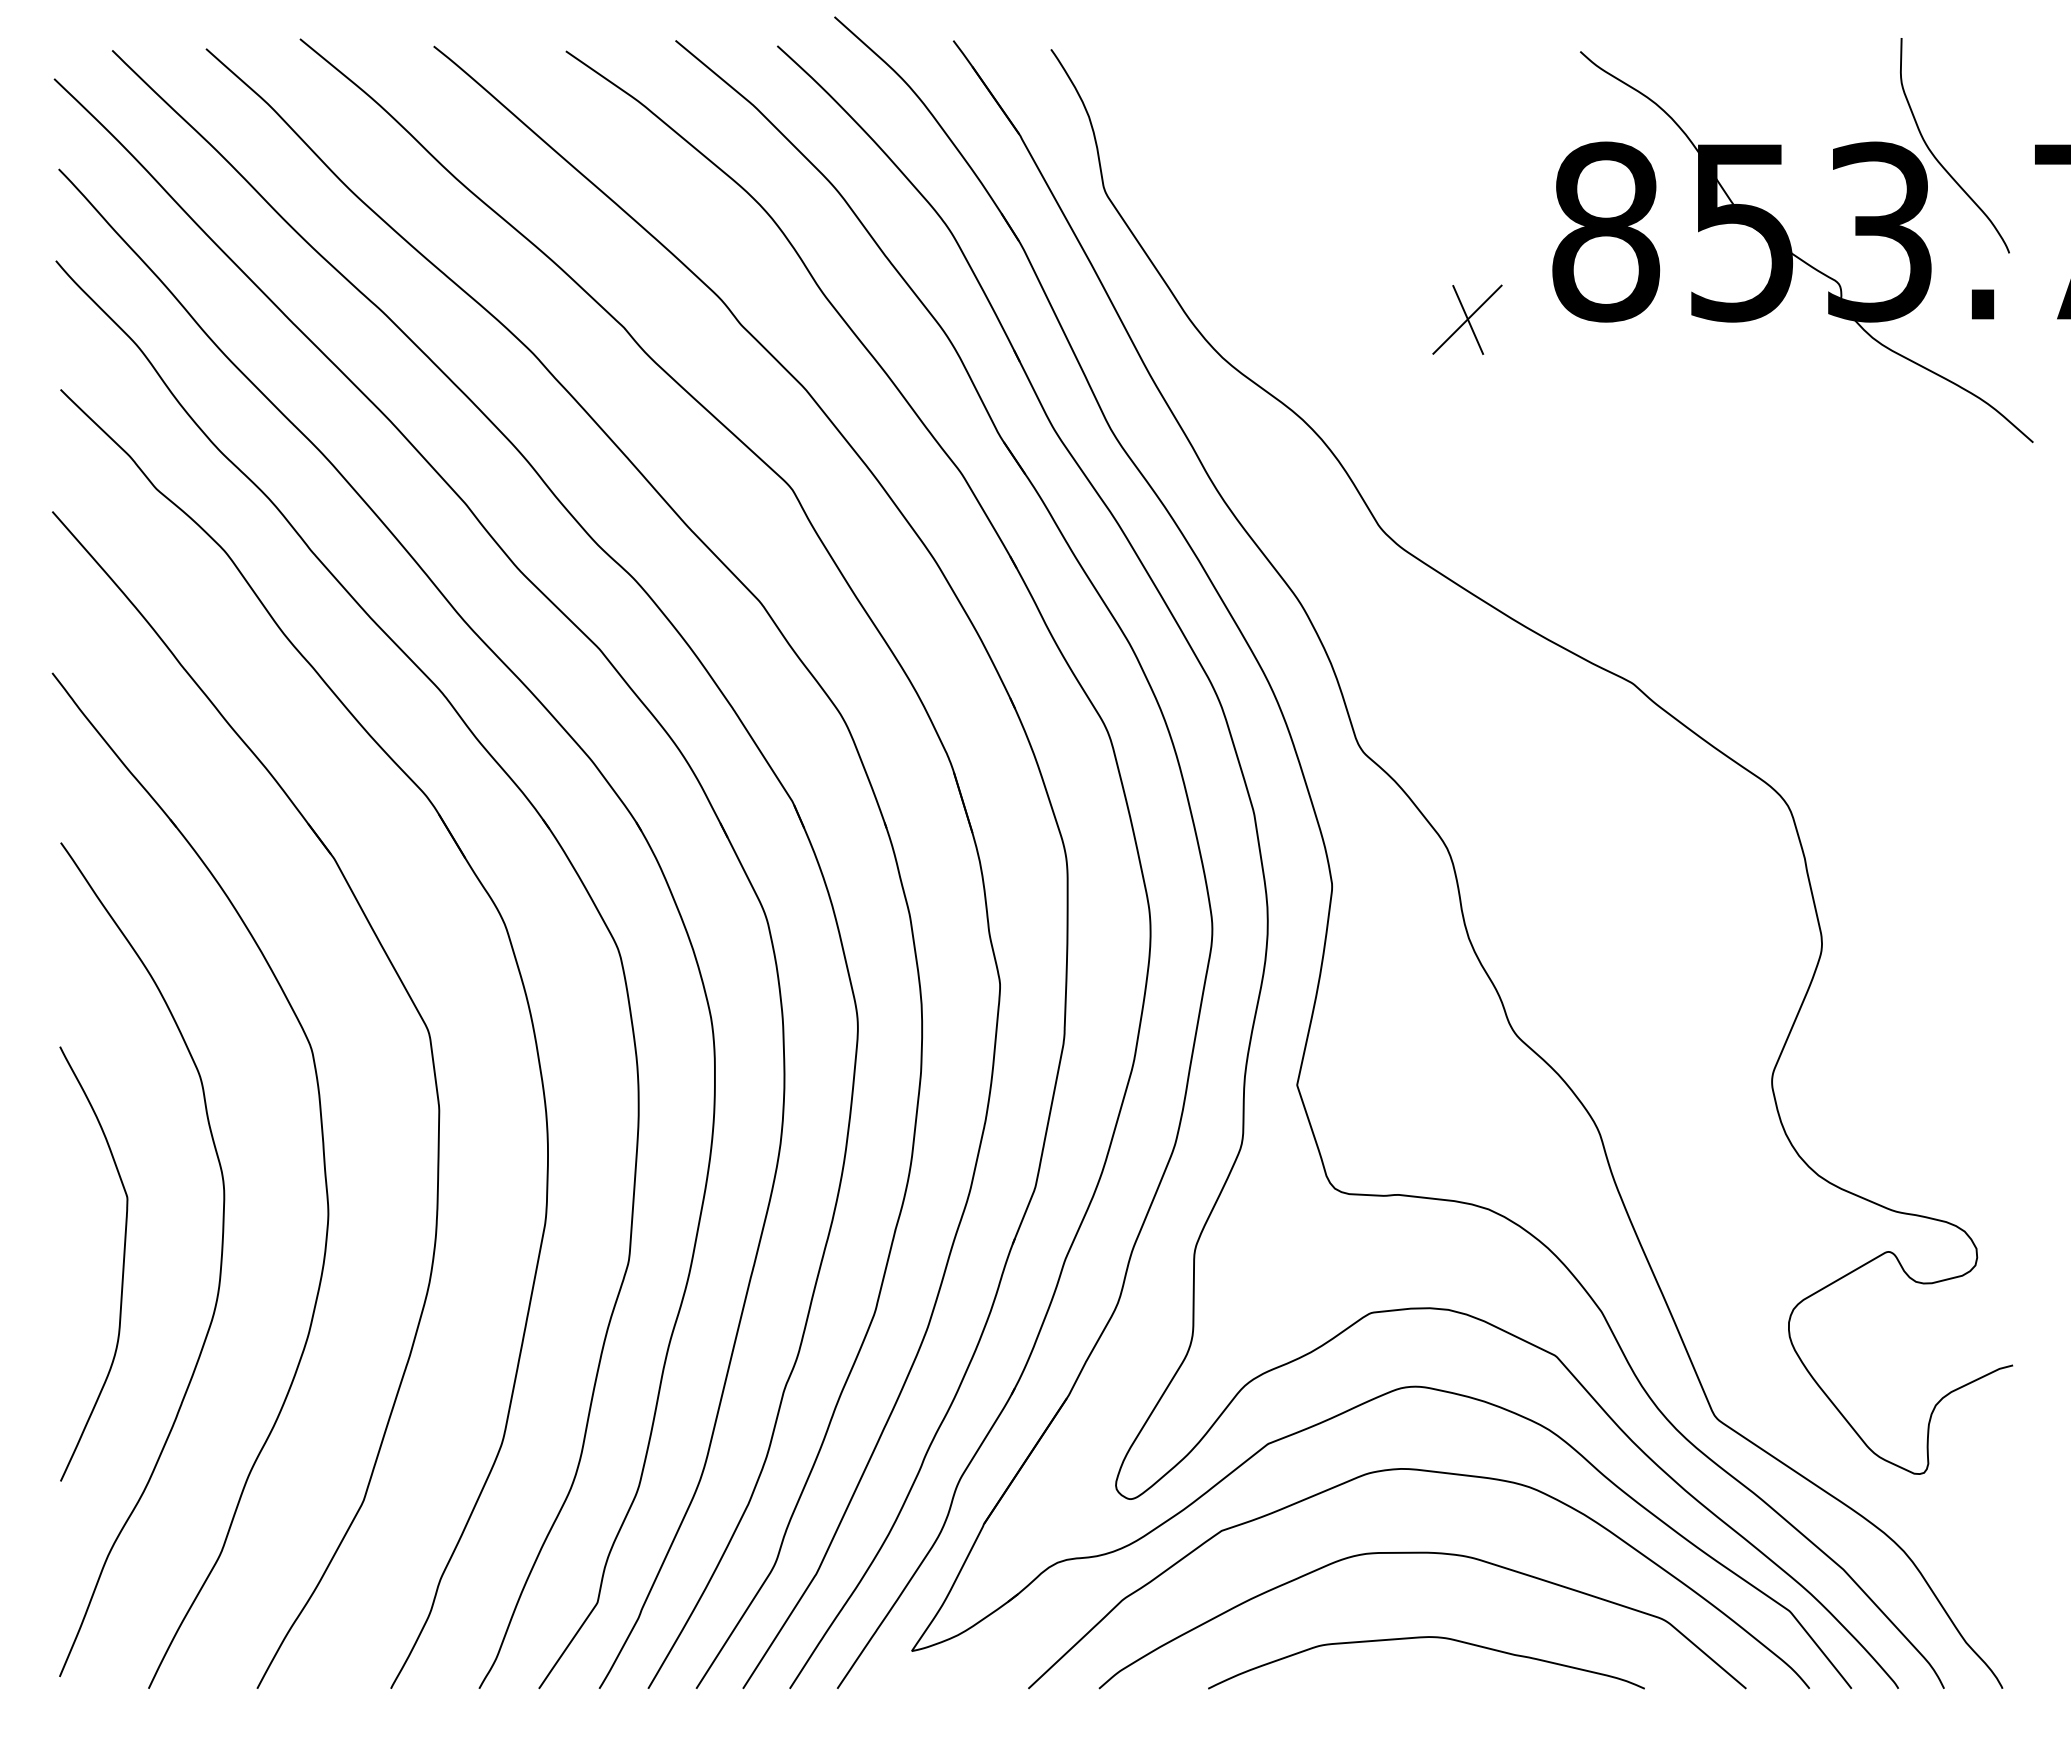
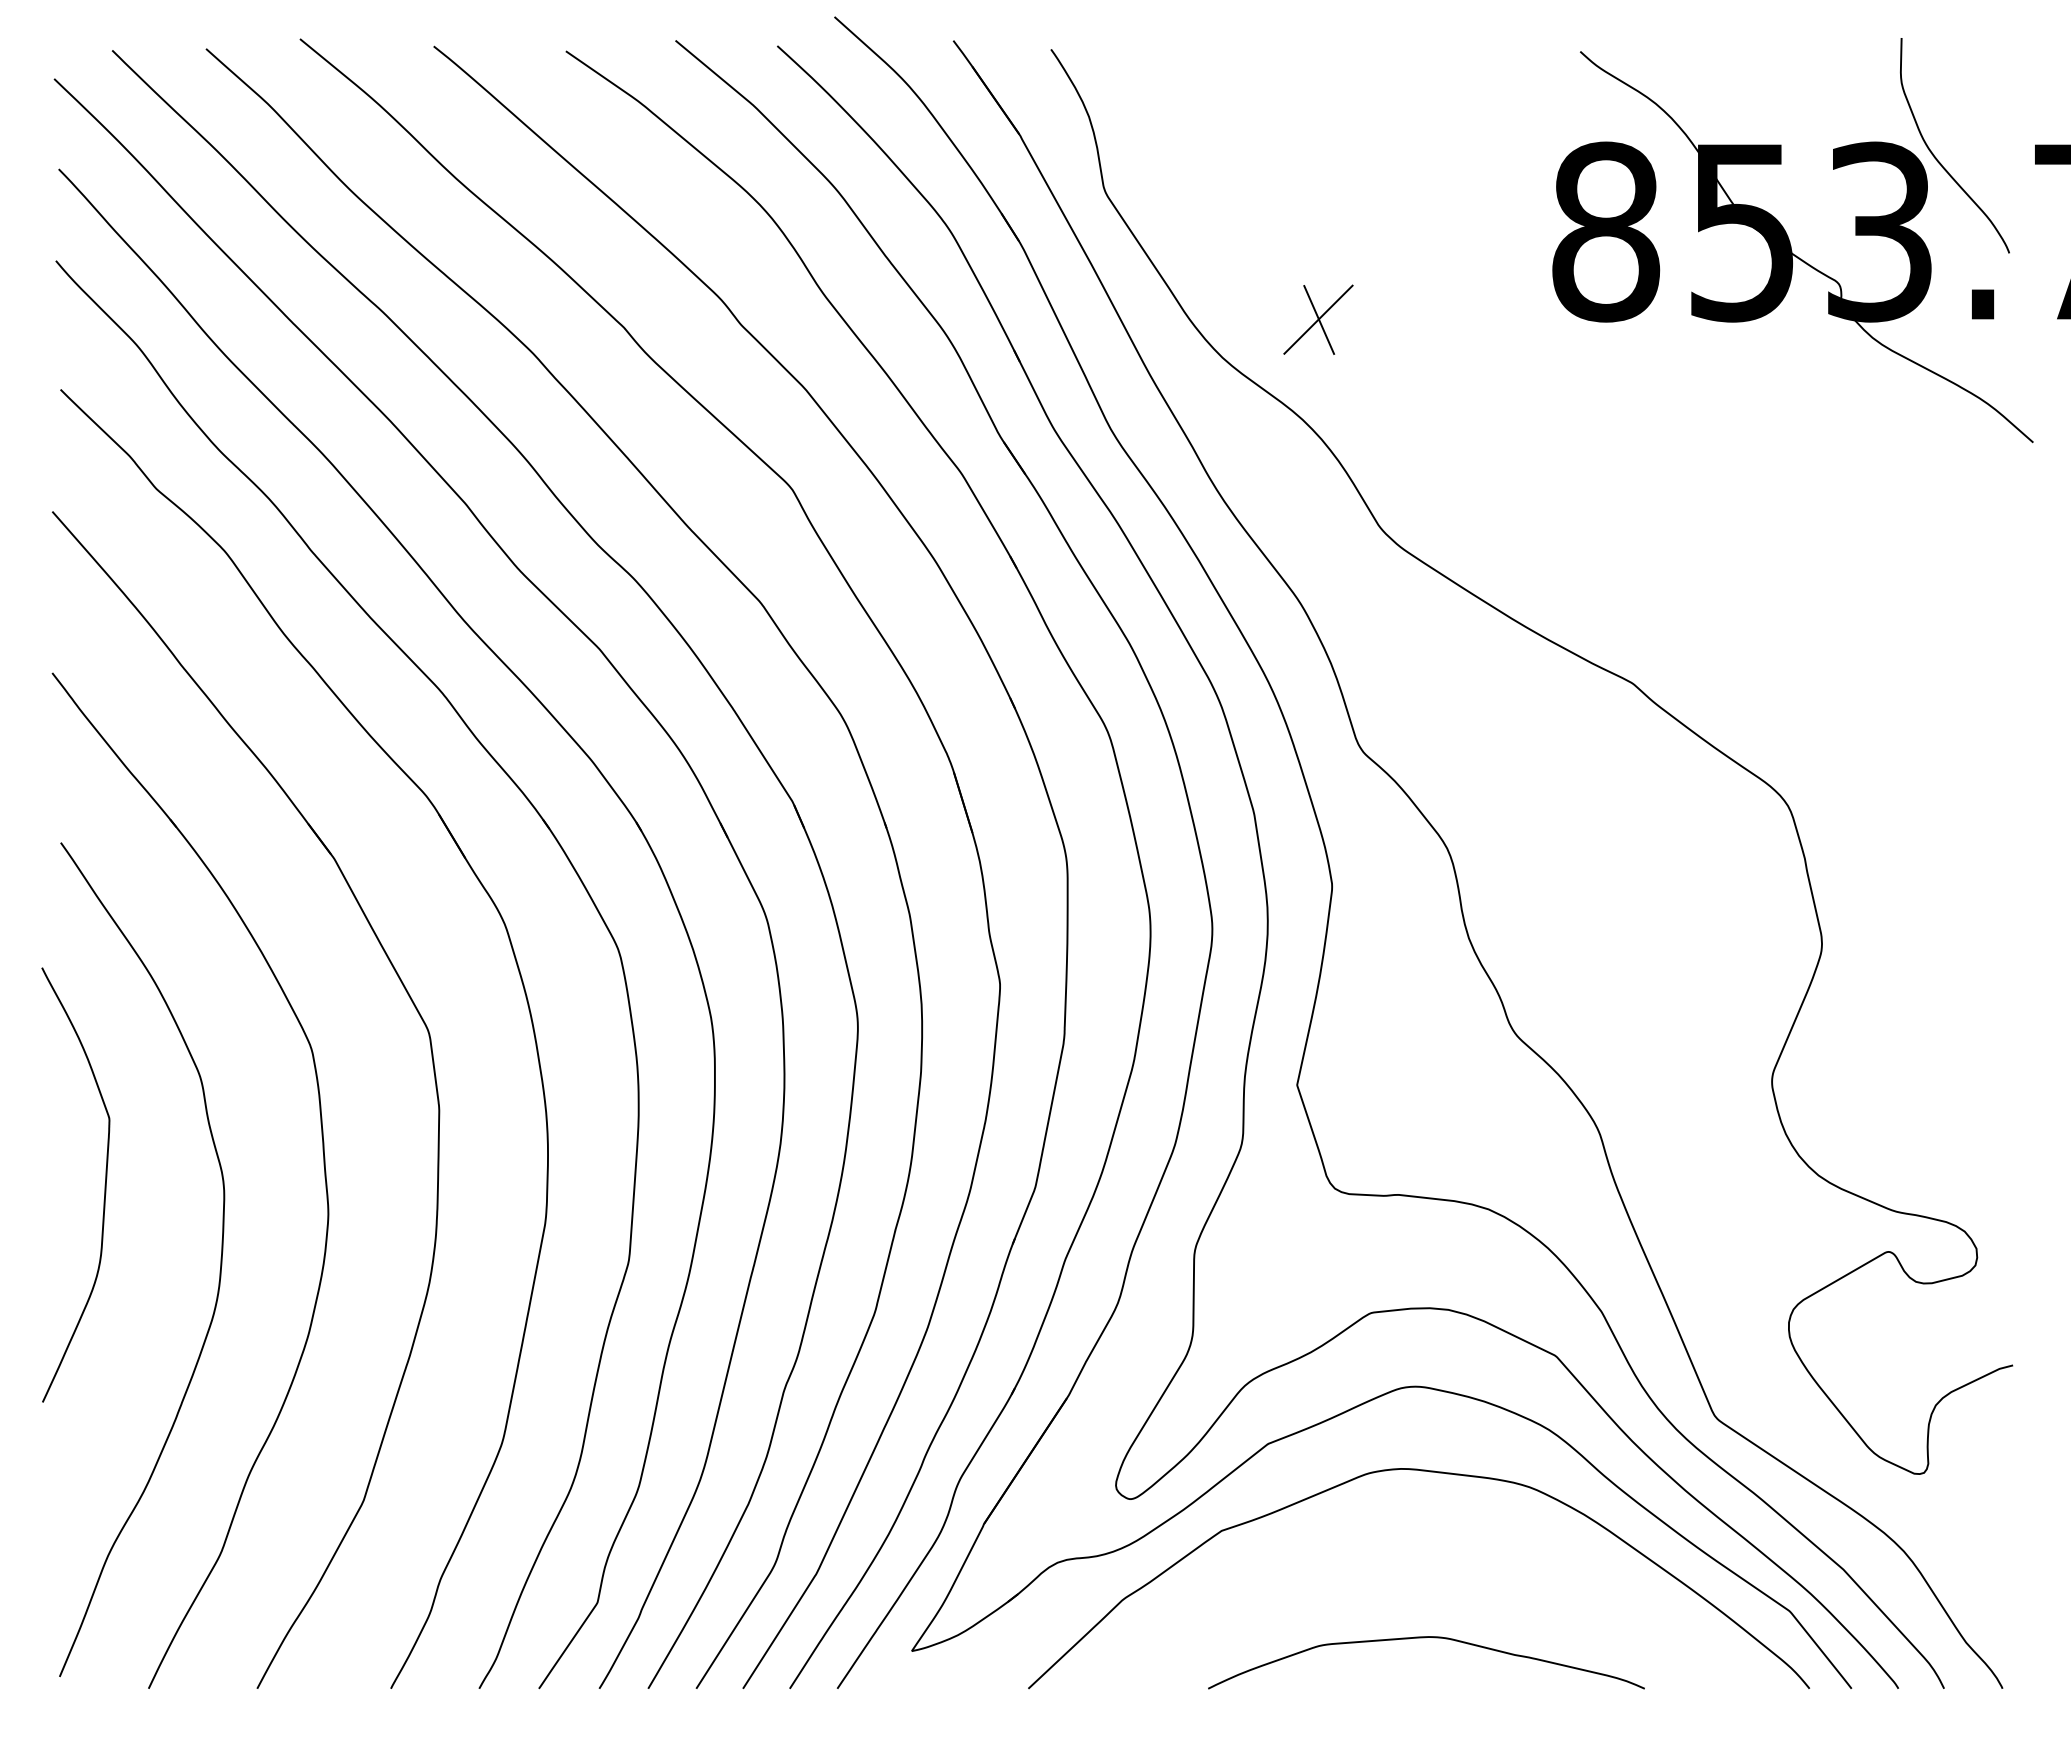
part at (1467, 319) position: (1467, 319) -> (1318, 319)
curve at (122, 1263) position: (122, 1263) -> (104, 1184)
curve at (1422, 1553): present -> none
